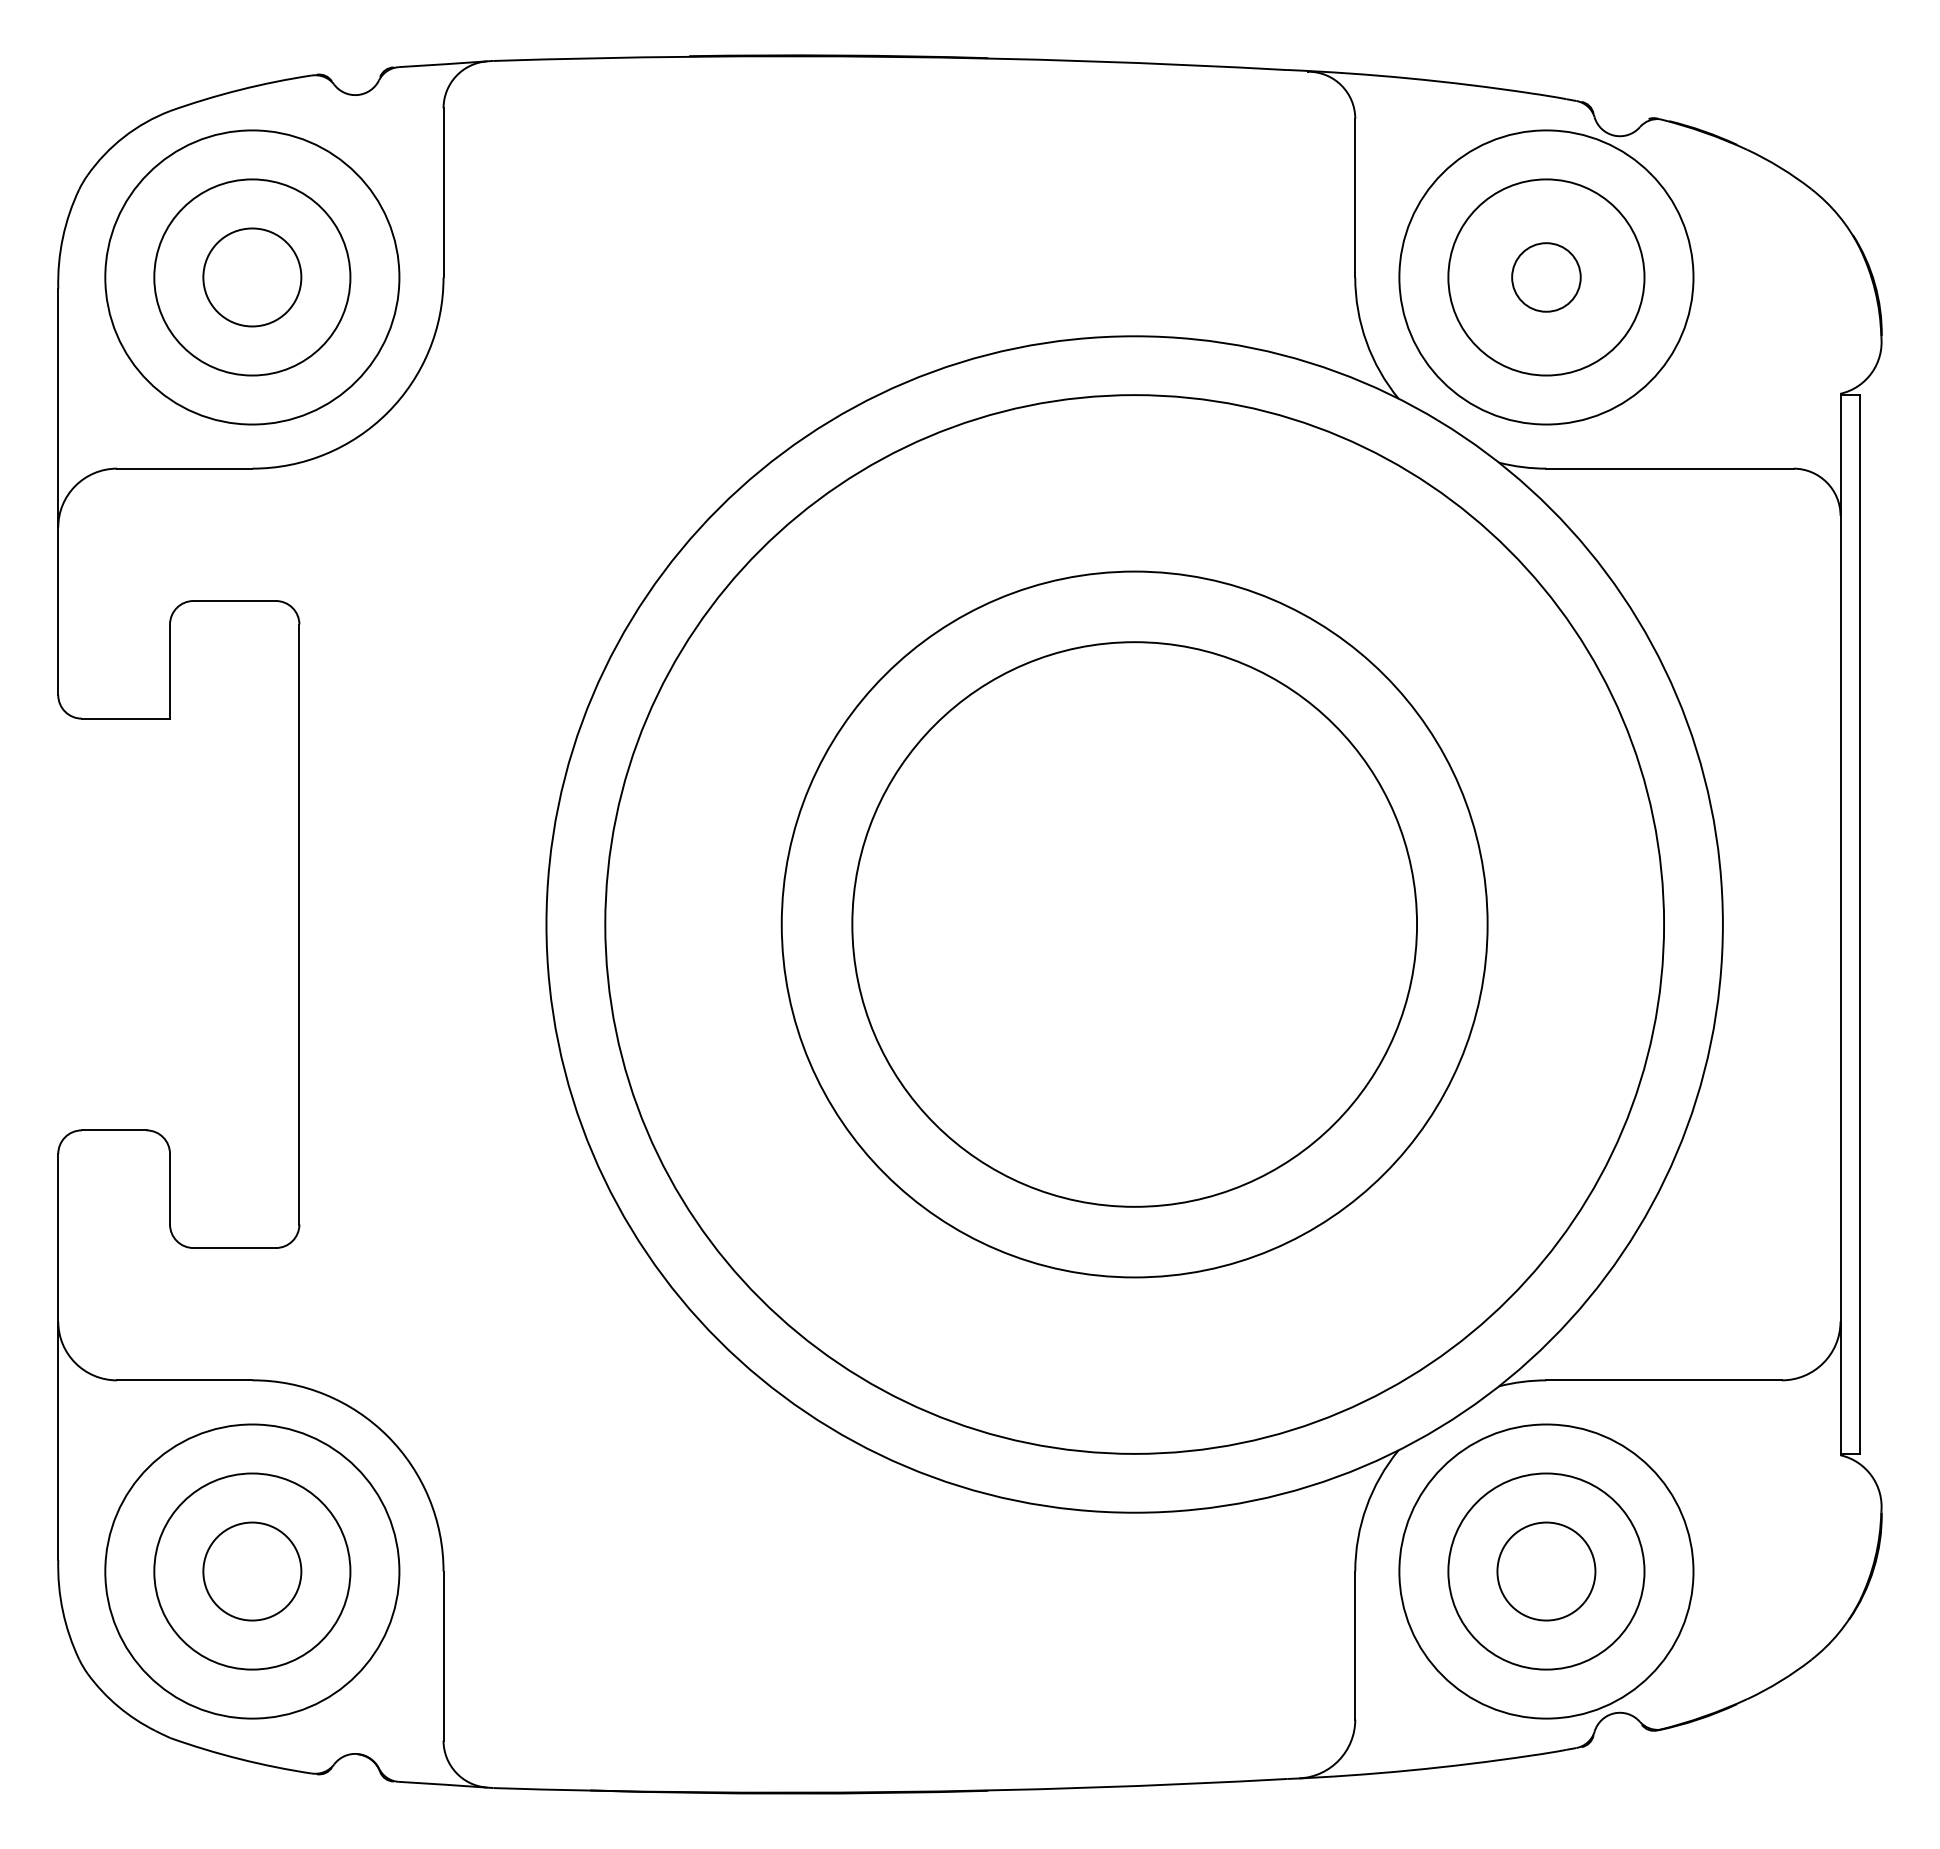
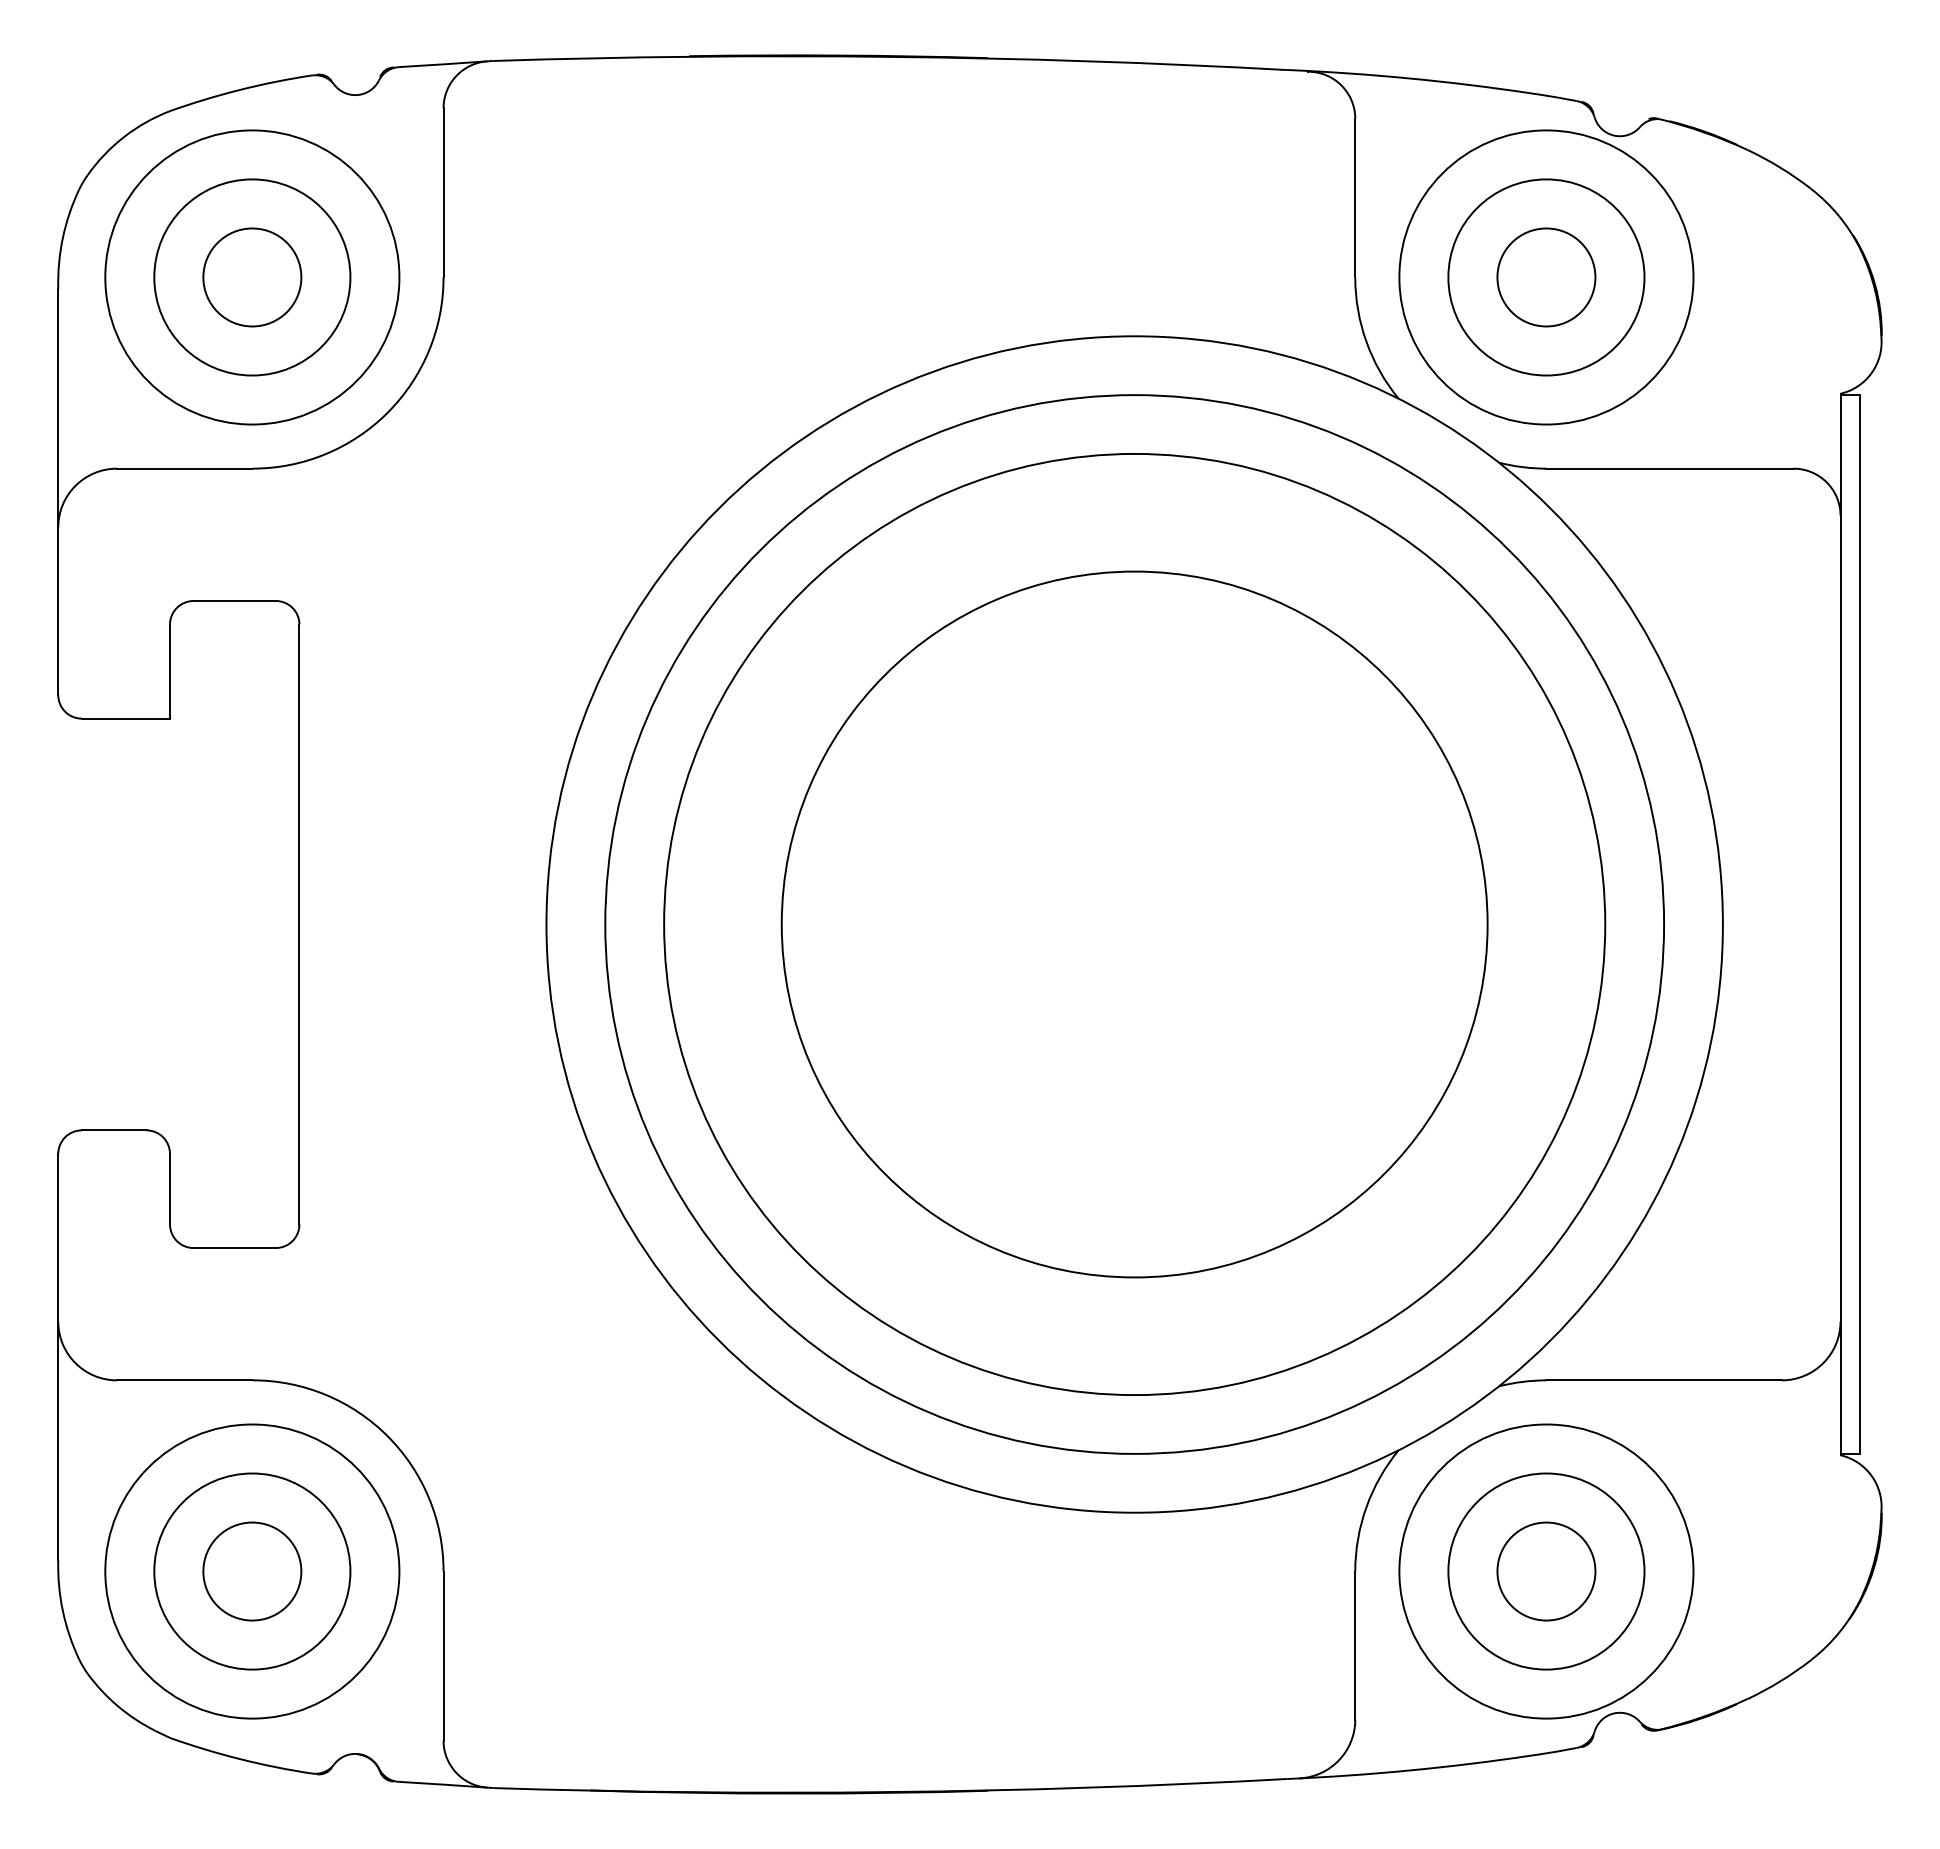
circle at (1546, 277) diameter: 69 px -> 98 px
circle at (1134, 924) diameter: 565 px -> 941 px
